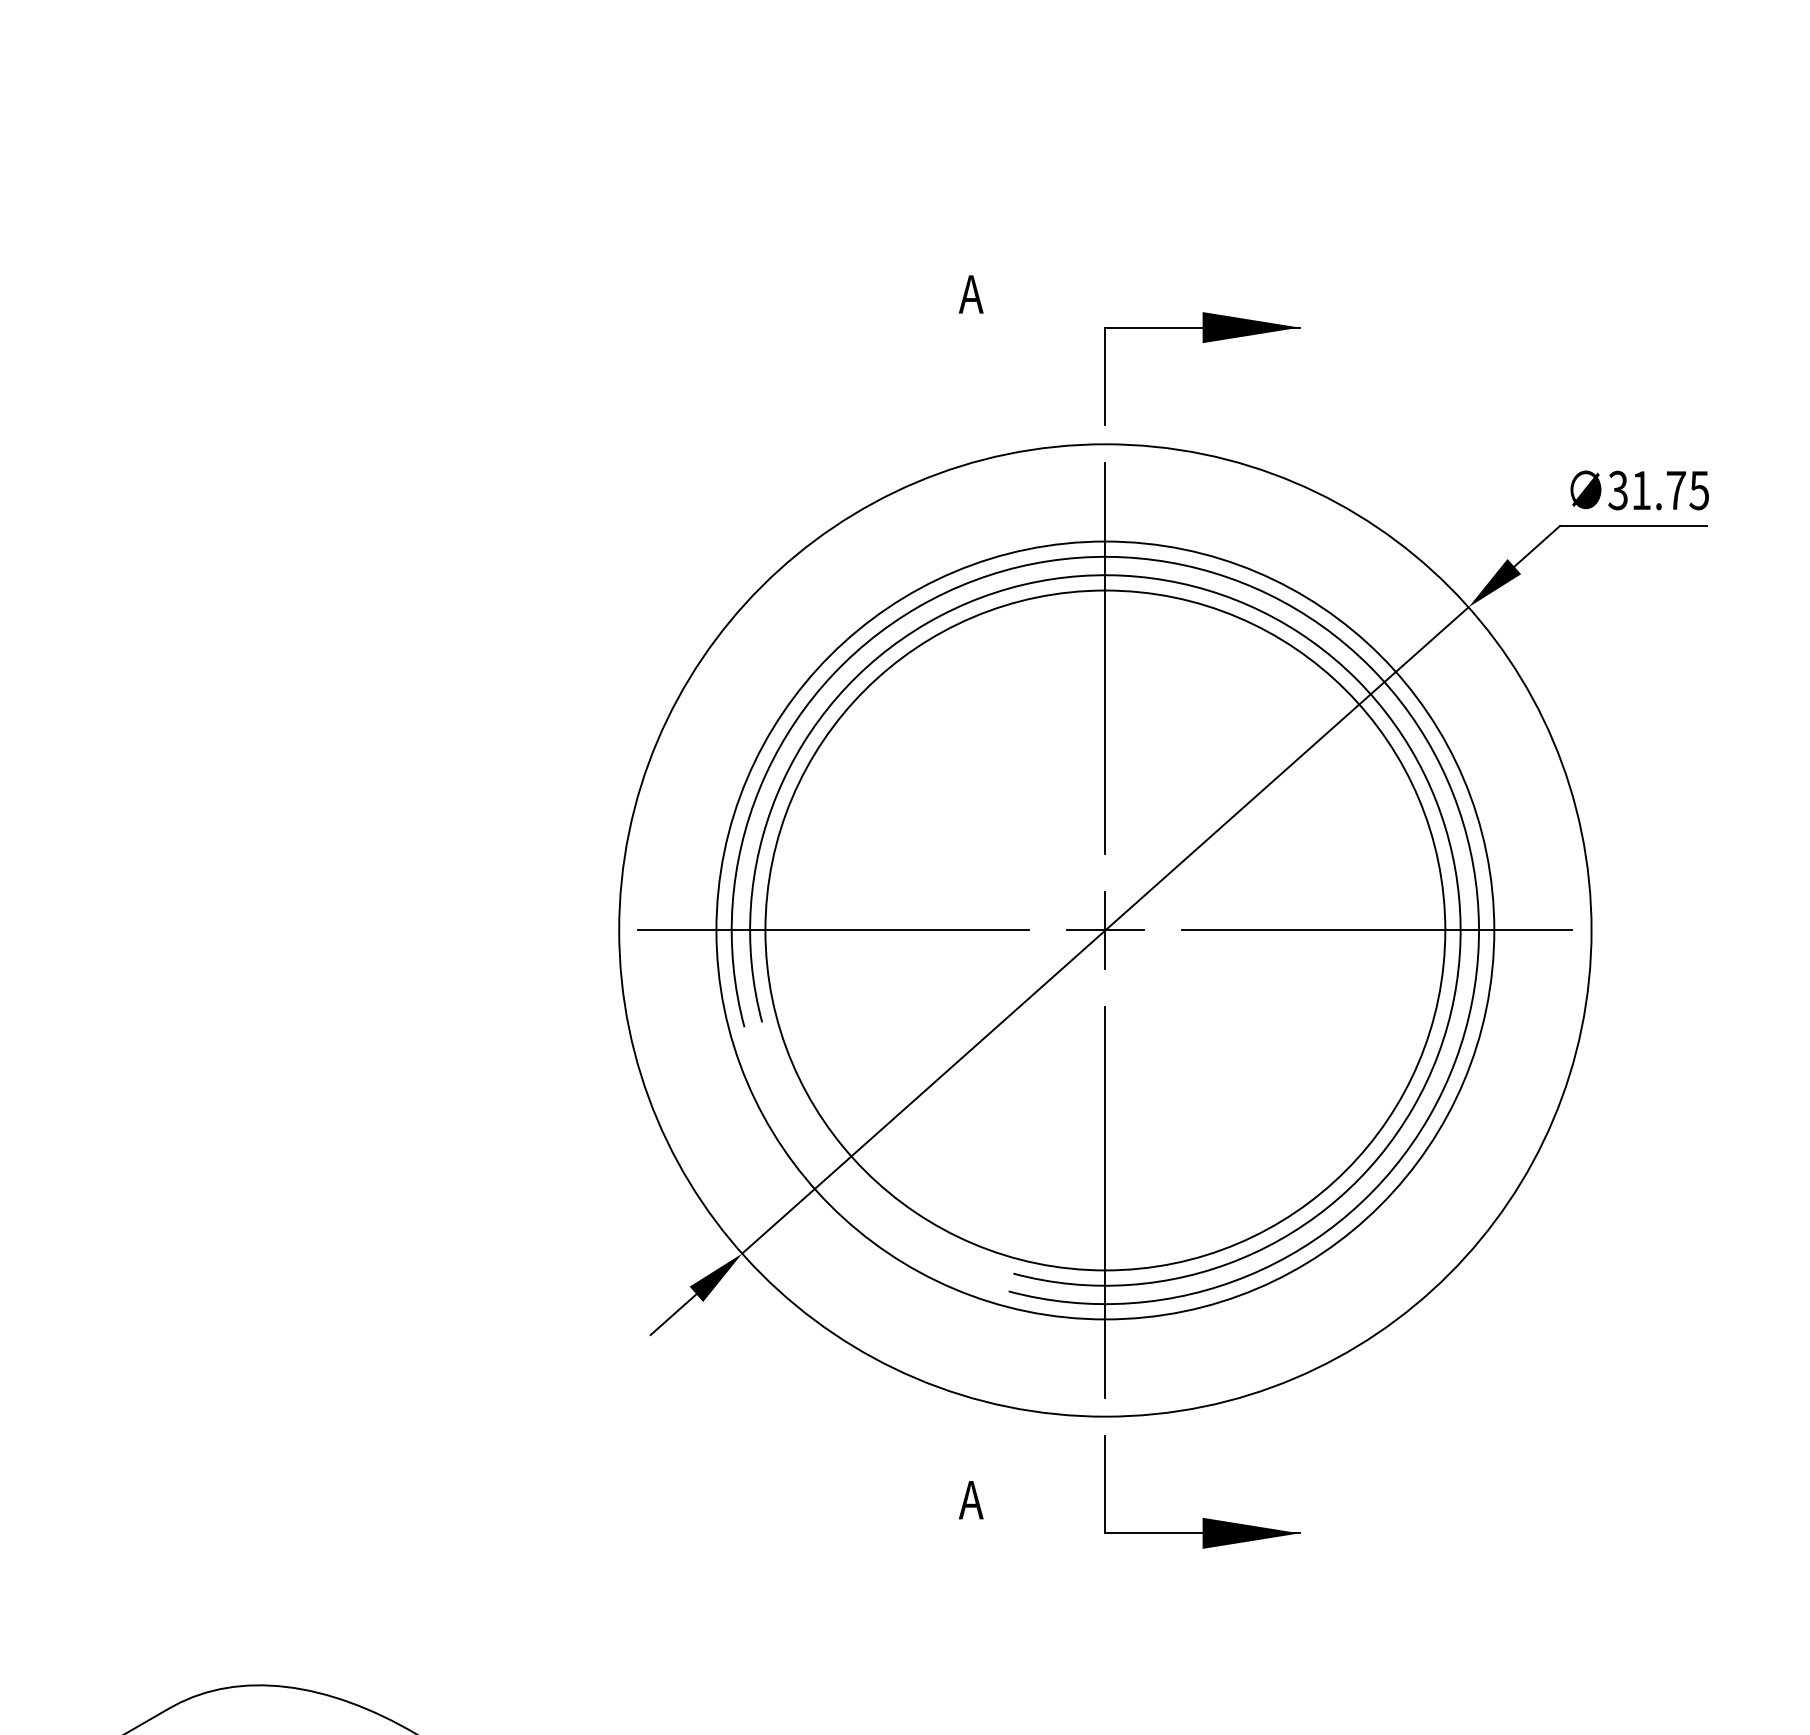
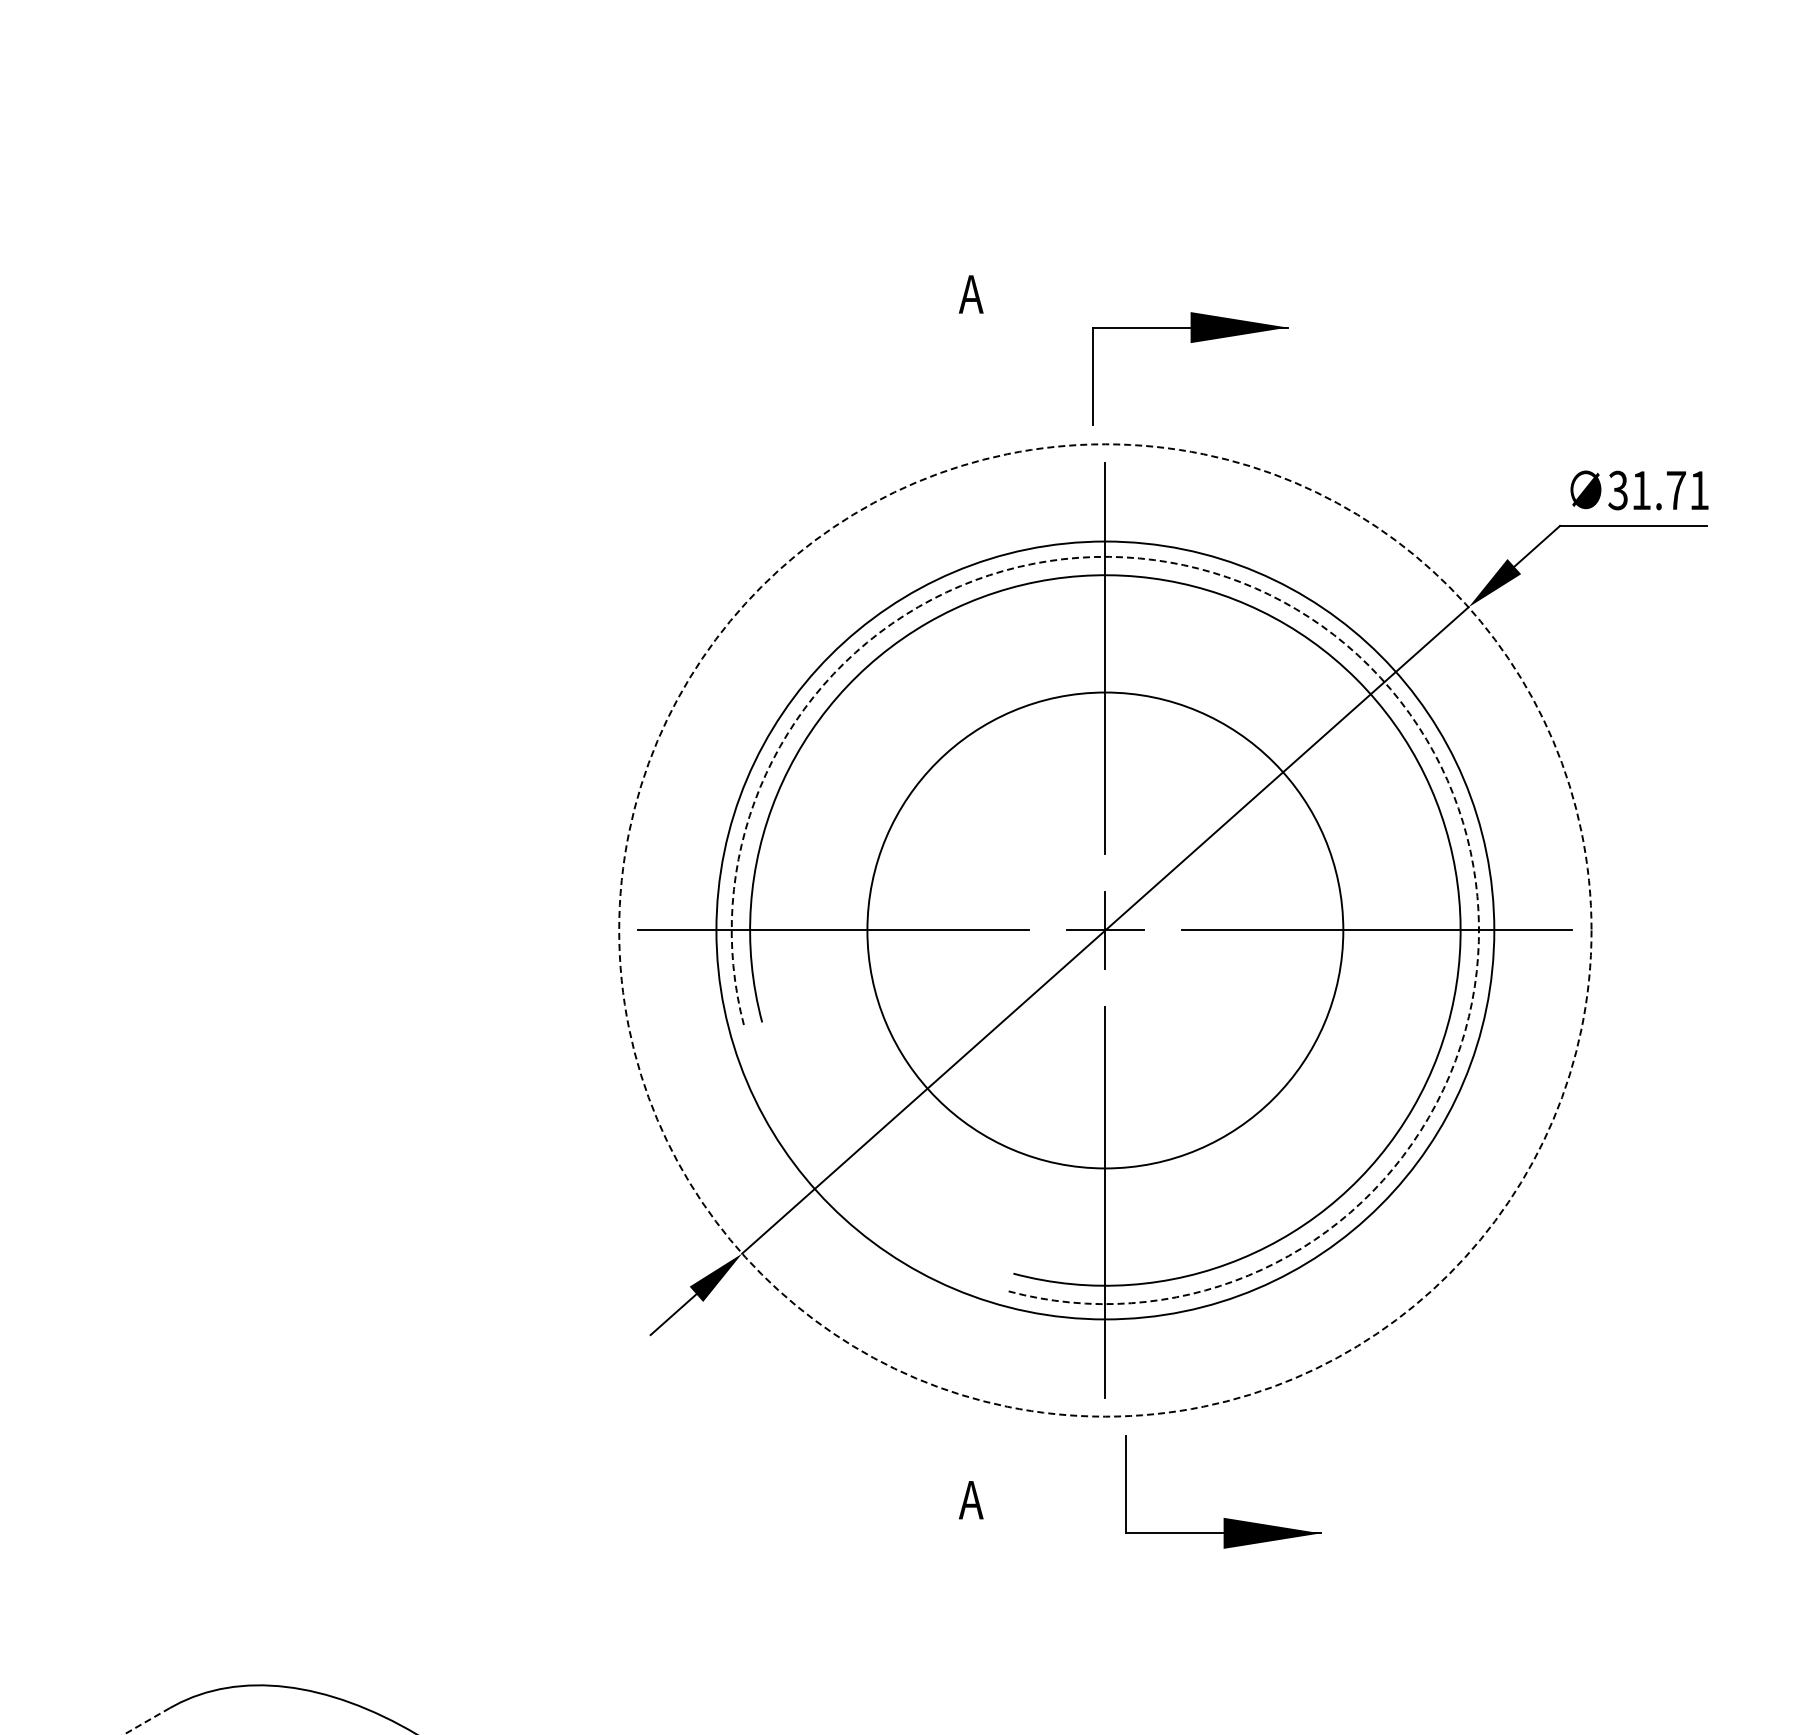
part at (1202, 342) position: (1202, 342) -> (1190, 342)
text at (1698, 490): 31.75 -> 31.71
arc at (1369, 666): solid -> dashed
circle at (1105, 930) diameter: 680 px -> 476 px
circle at (1105, 930): solid -> dashed
part at (1202, 1518) position: (1202, 1518) -> (1223, 1518)
line at (146, 1721): solid -> dashed
